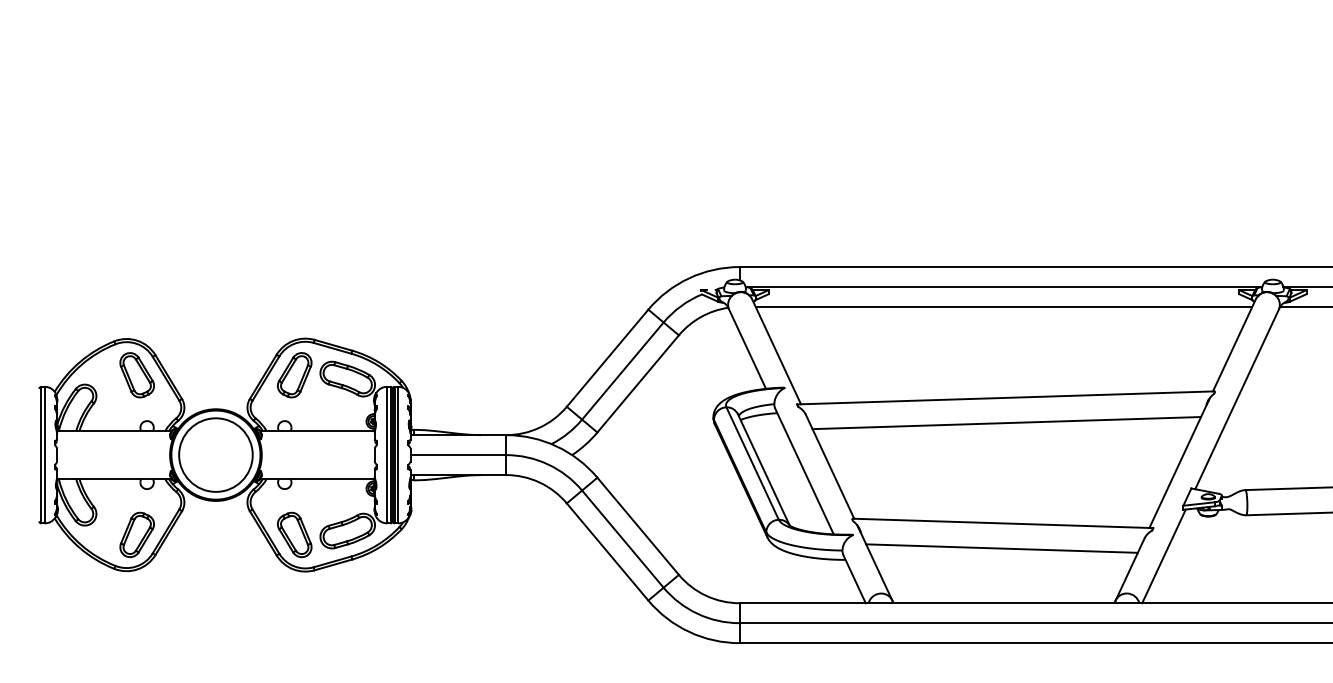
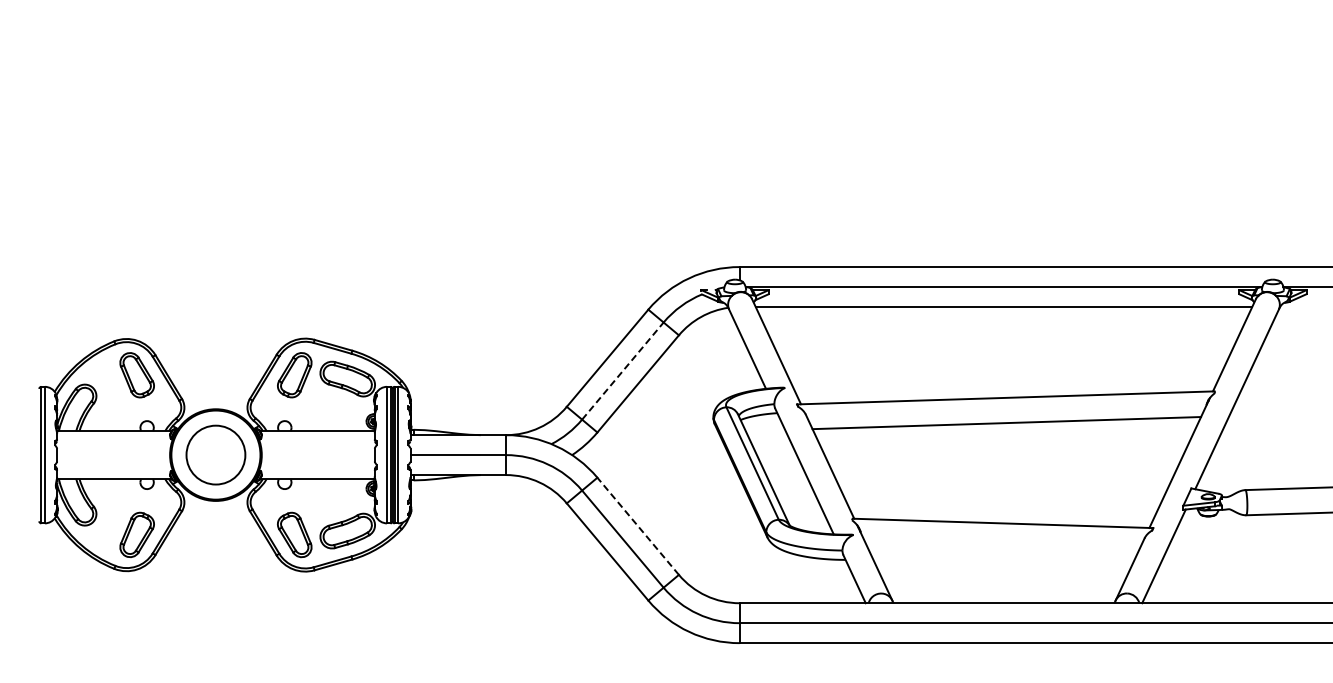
line at (1304, 307): present -> none
line at (623, 370): solid -> dashed
circle at (215, 454) diameter: 74 px -> 59 px
line at (637, 525): solid -> dashed
line at (1001, 548): present -> none
